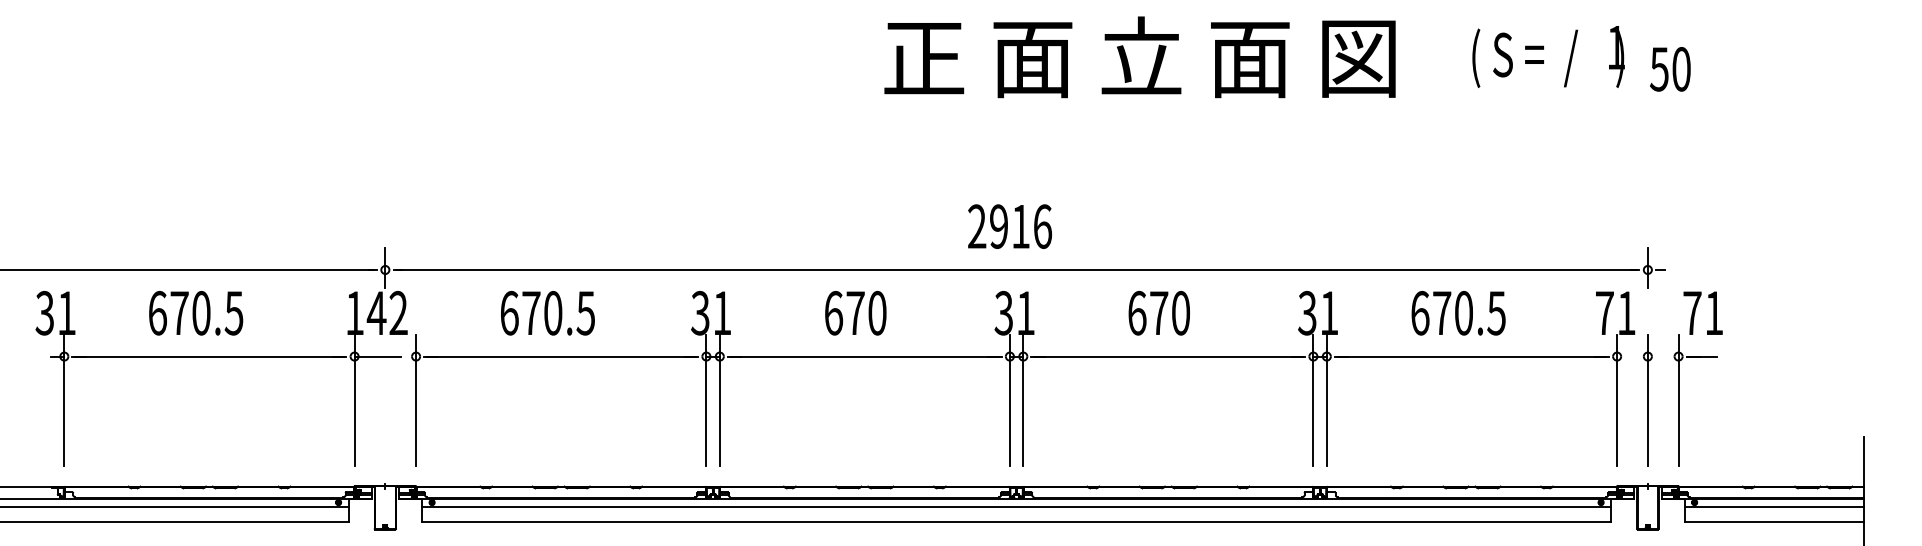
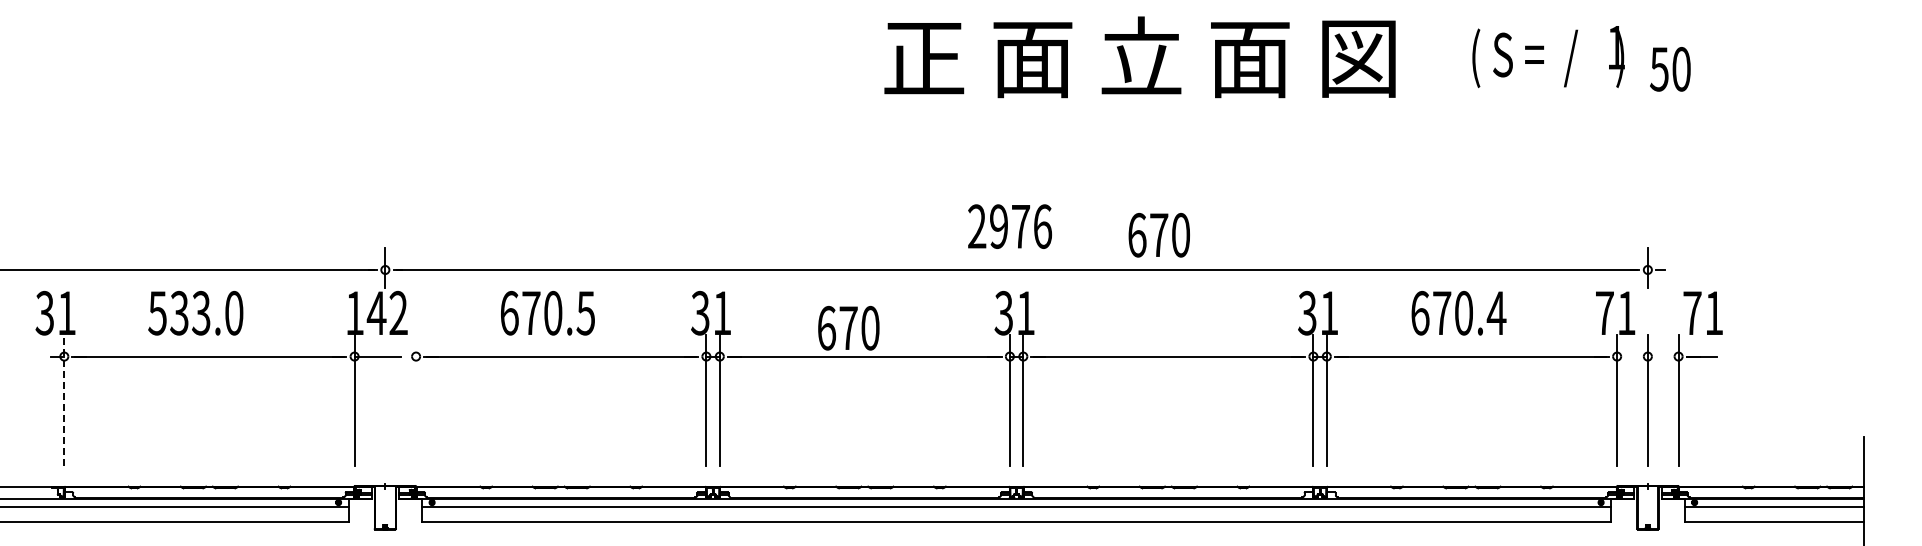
text at (1021, 226): 2916 -> 2976
text at (195, 312): 670.5 -> 533.0
text at (855, 313) position: (855, 313) -> (848, 328)
text at (1158, 313) position: (1158, 313) -> (1158, 235)
text at (1496, 313): 670.5 -> 670.4
line at (64, 399): solid -> dashed
line at (416, 399): present -> none
